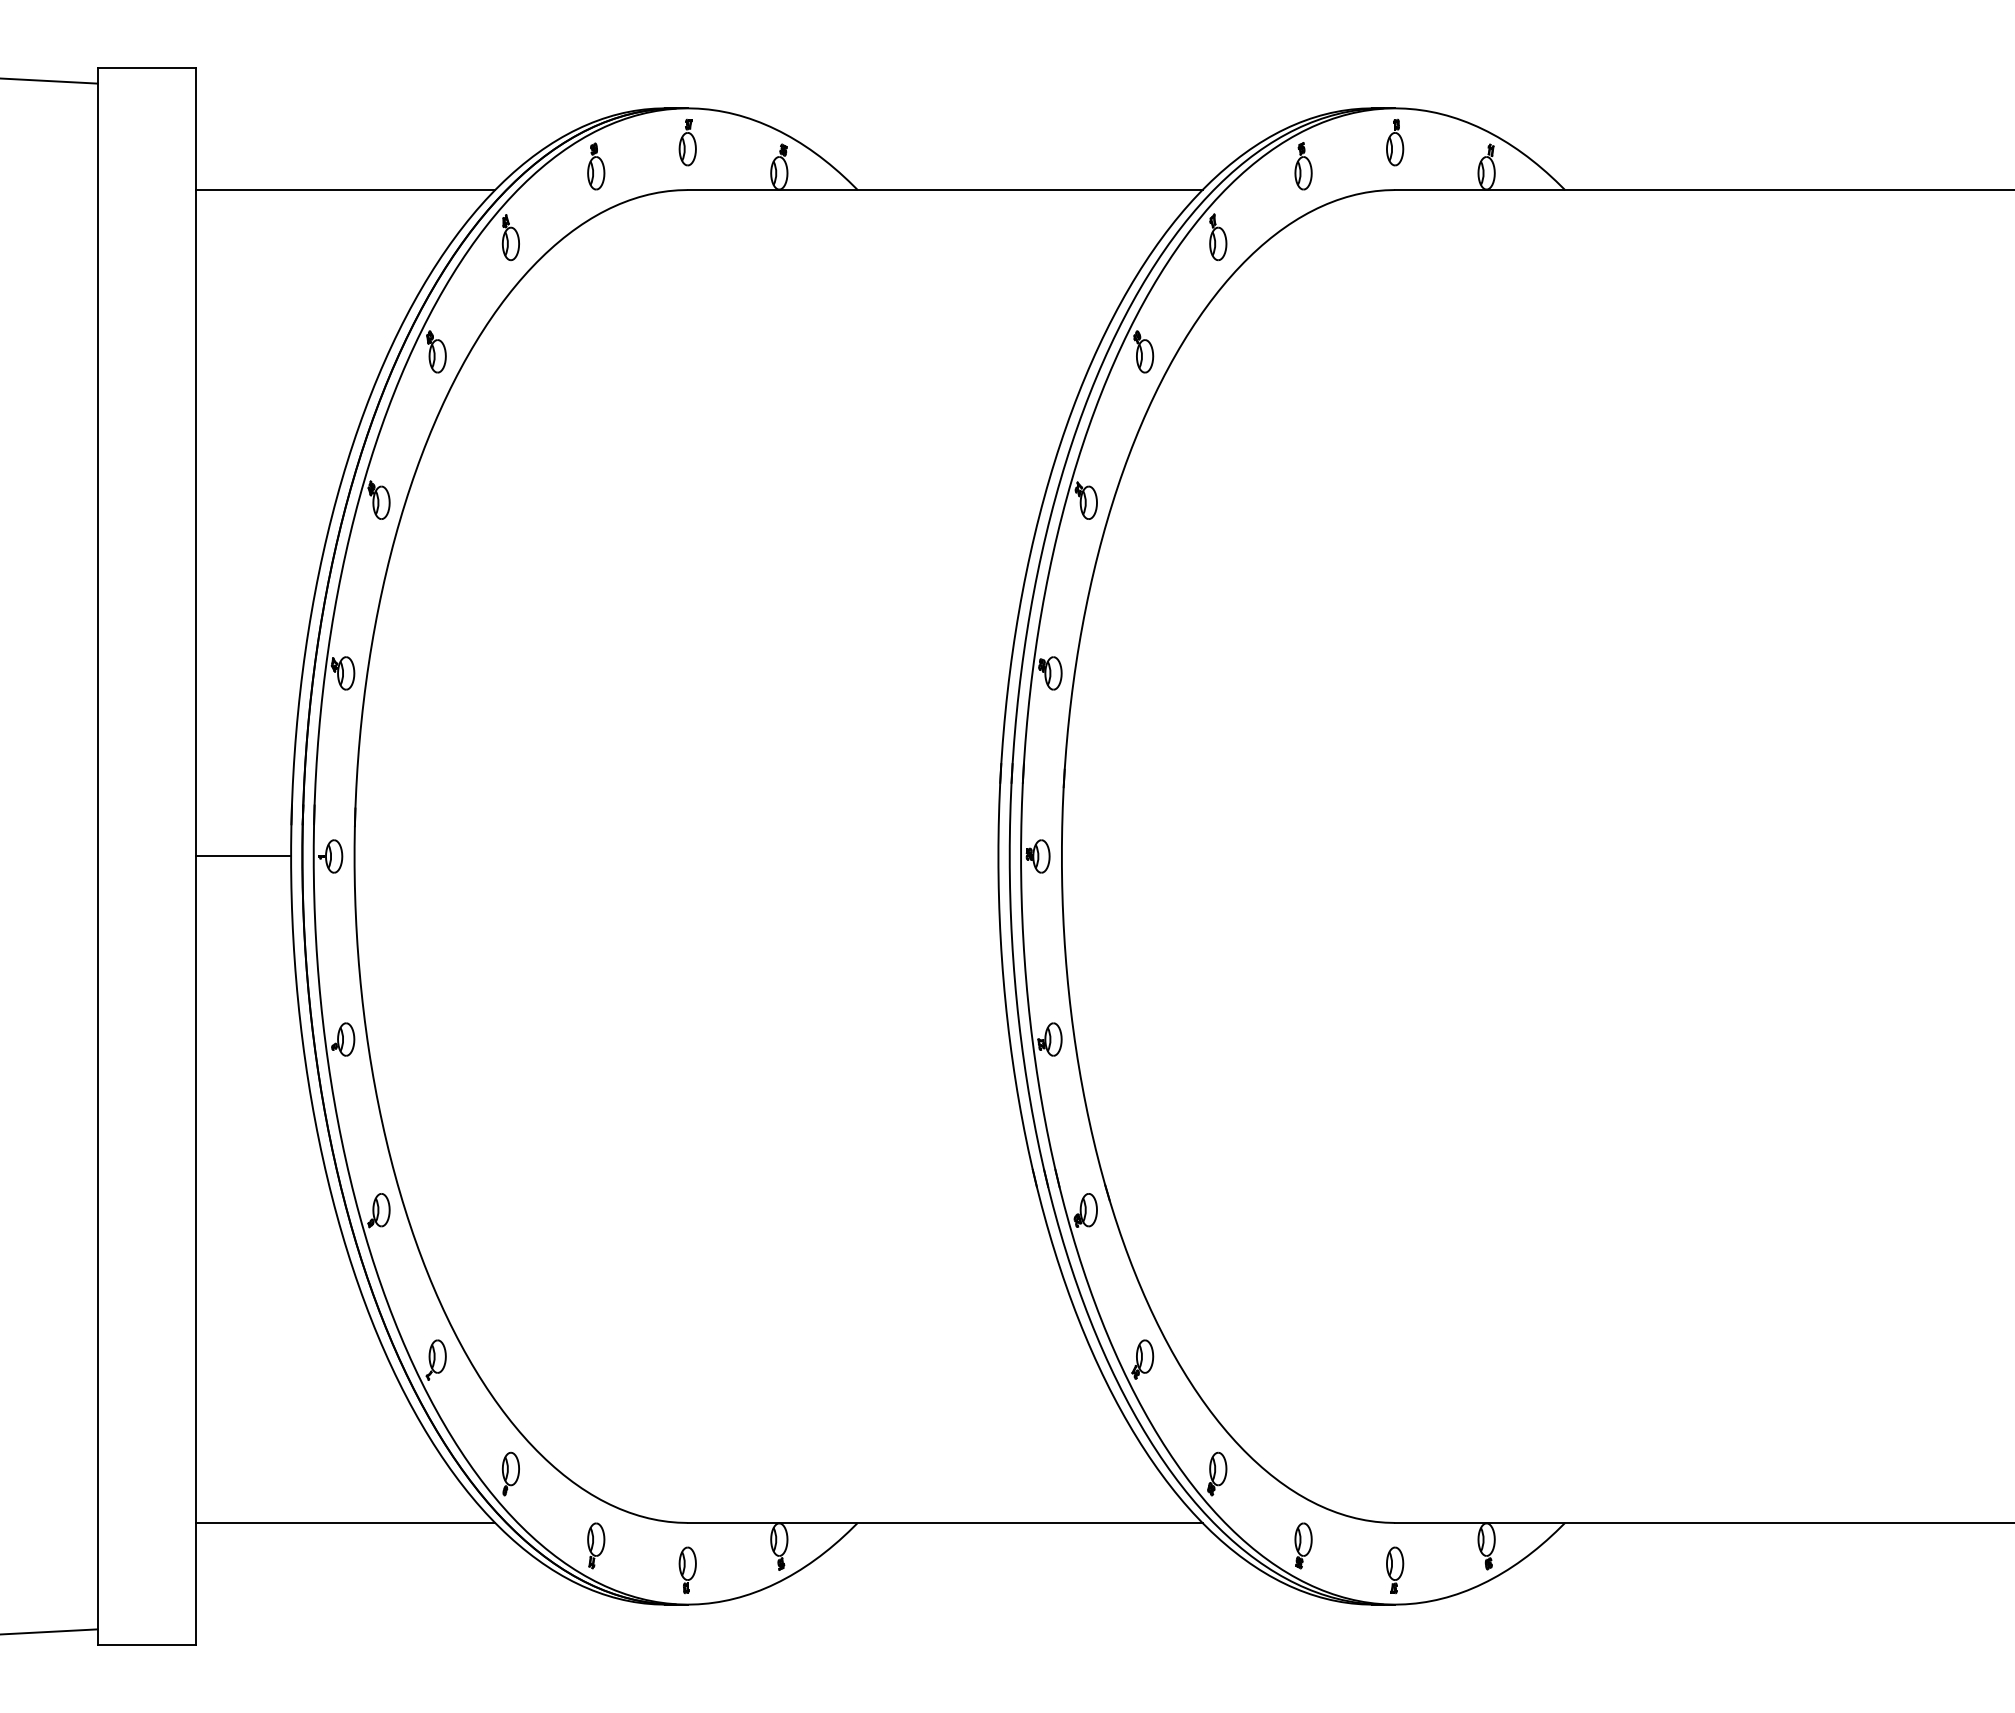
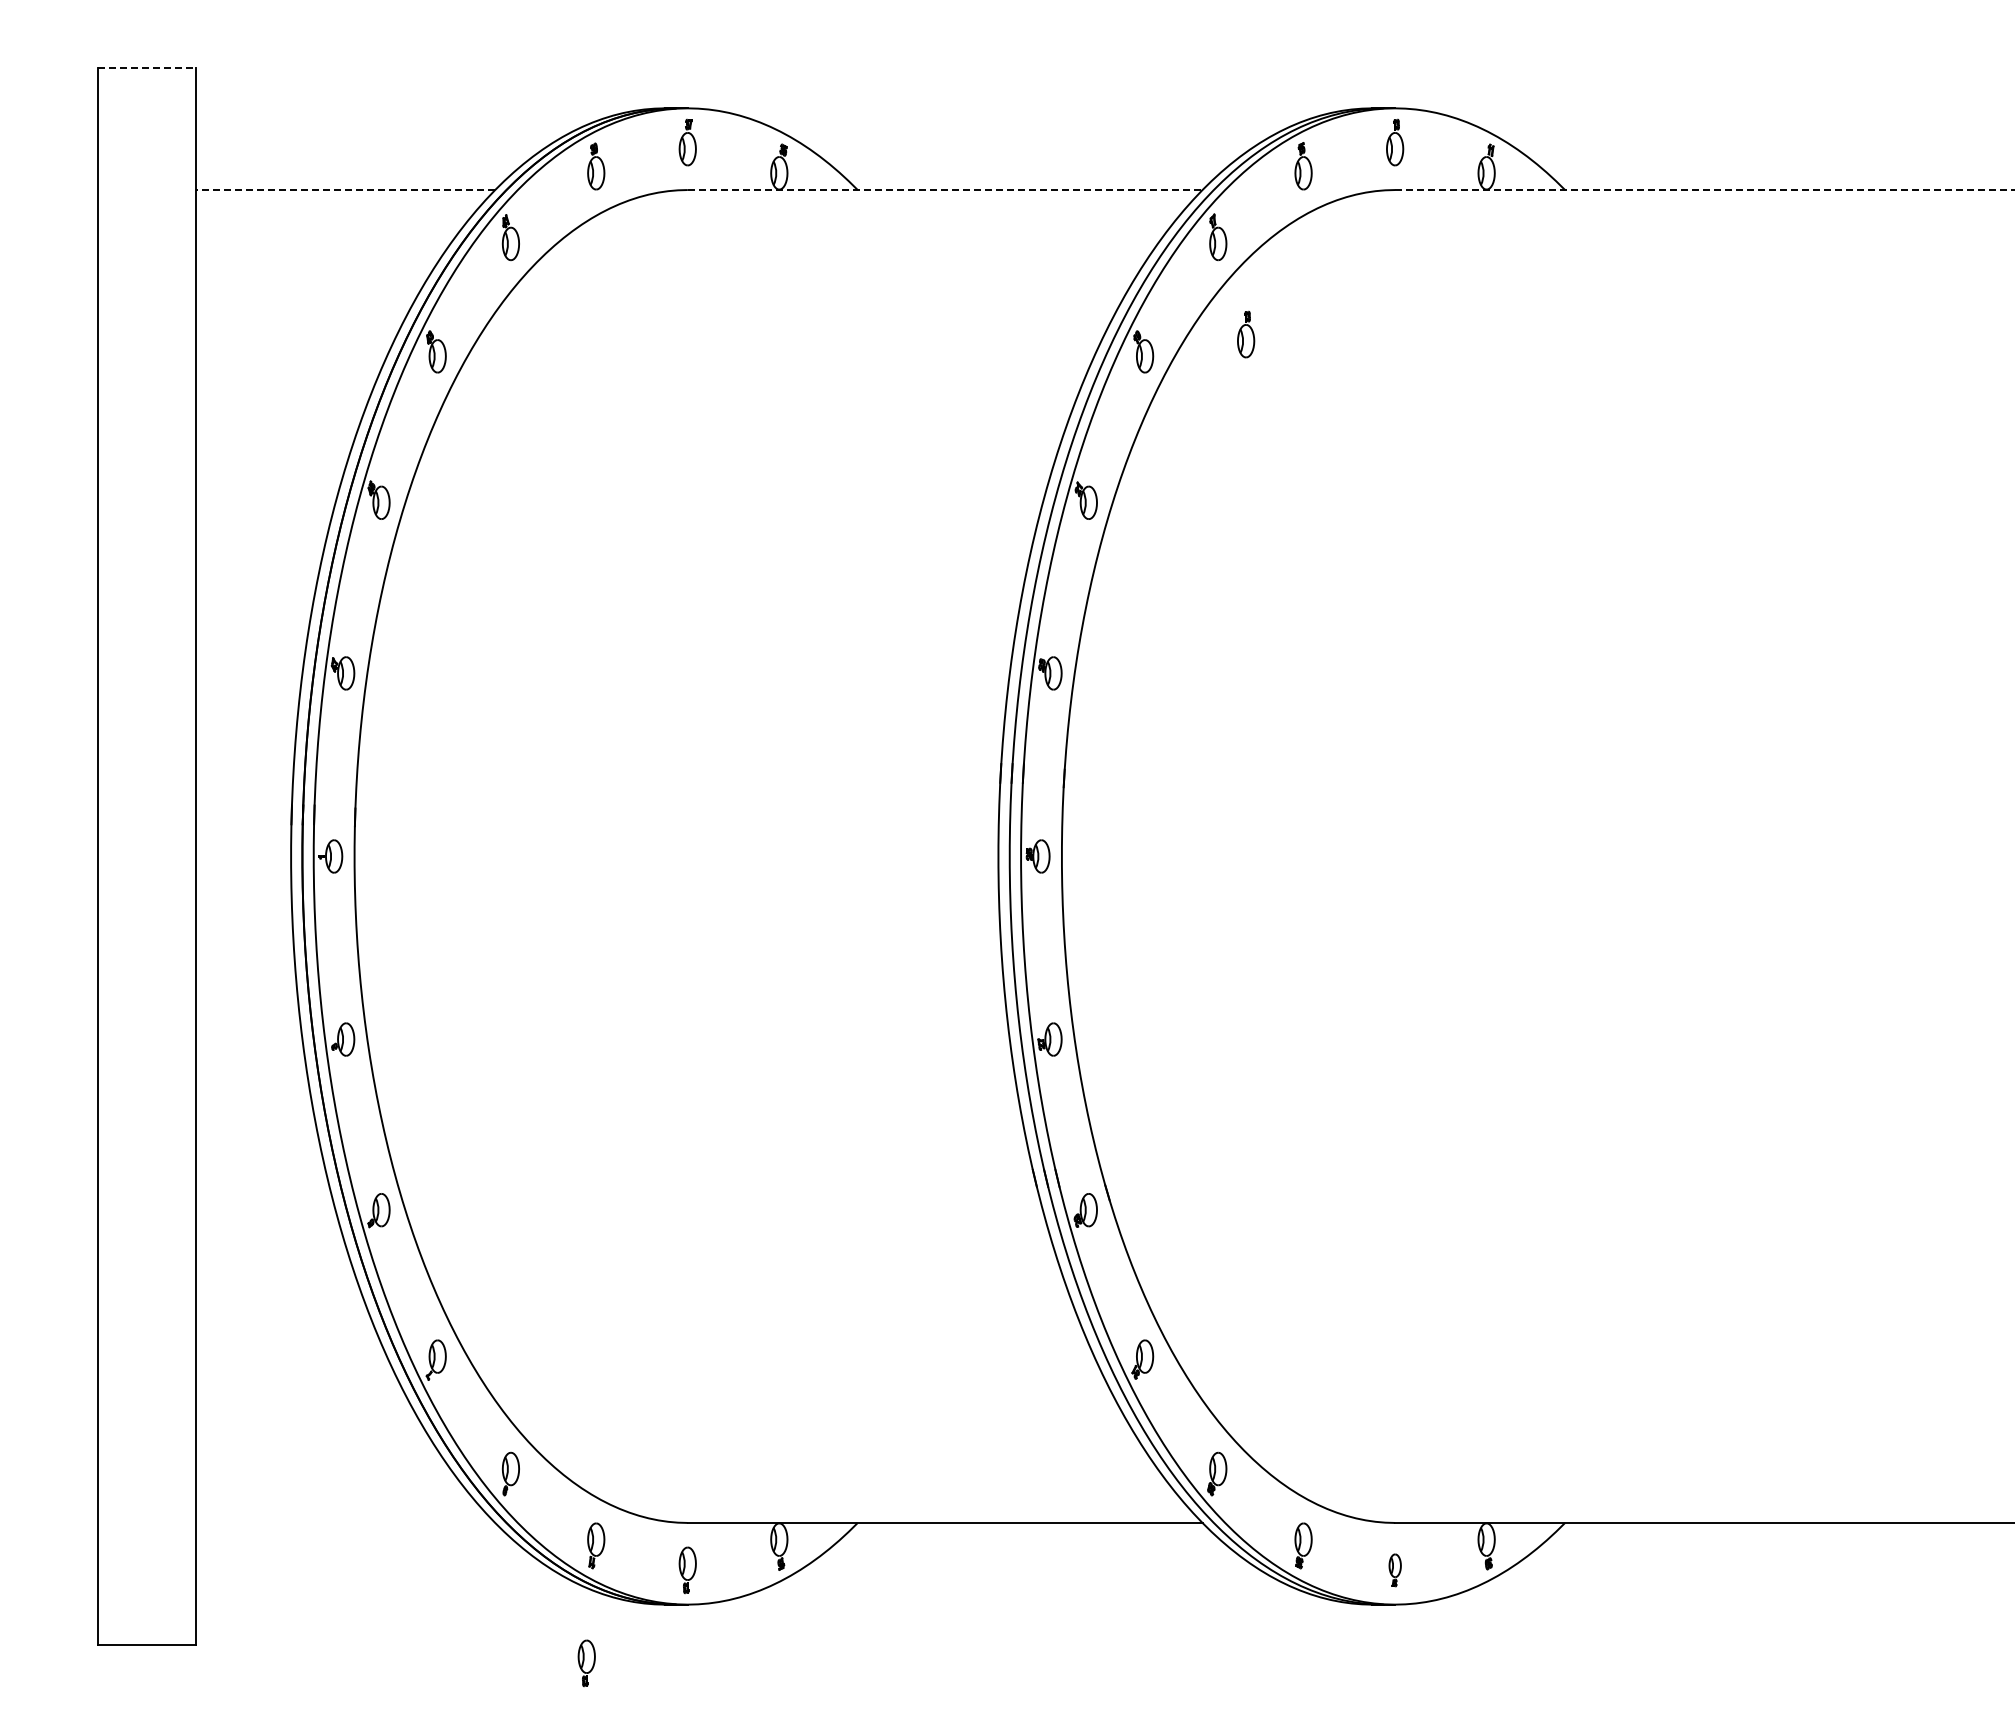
line at (147, 68): solid -> dashed
line at (49, 80): present -> none
line at (345, 190): solid -> dashed
line at (945, 190): solid -> dashed
line at (1704, 190): solid -> dashed
part at (1246, 334): none -> present
line at (243, 856): present -> none
line at (345, 1522): present -> none
part at (1395, 1570) size: 19x49 px -> 14x35 px
line at (49, 1631): present -> none
part at (586, 1663): none -> present
